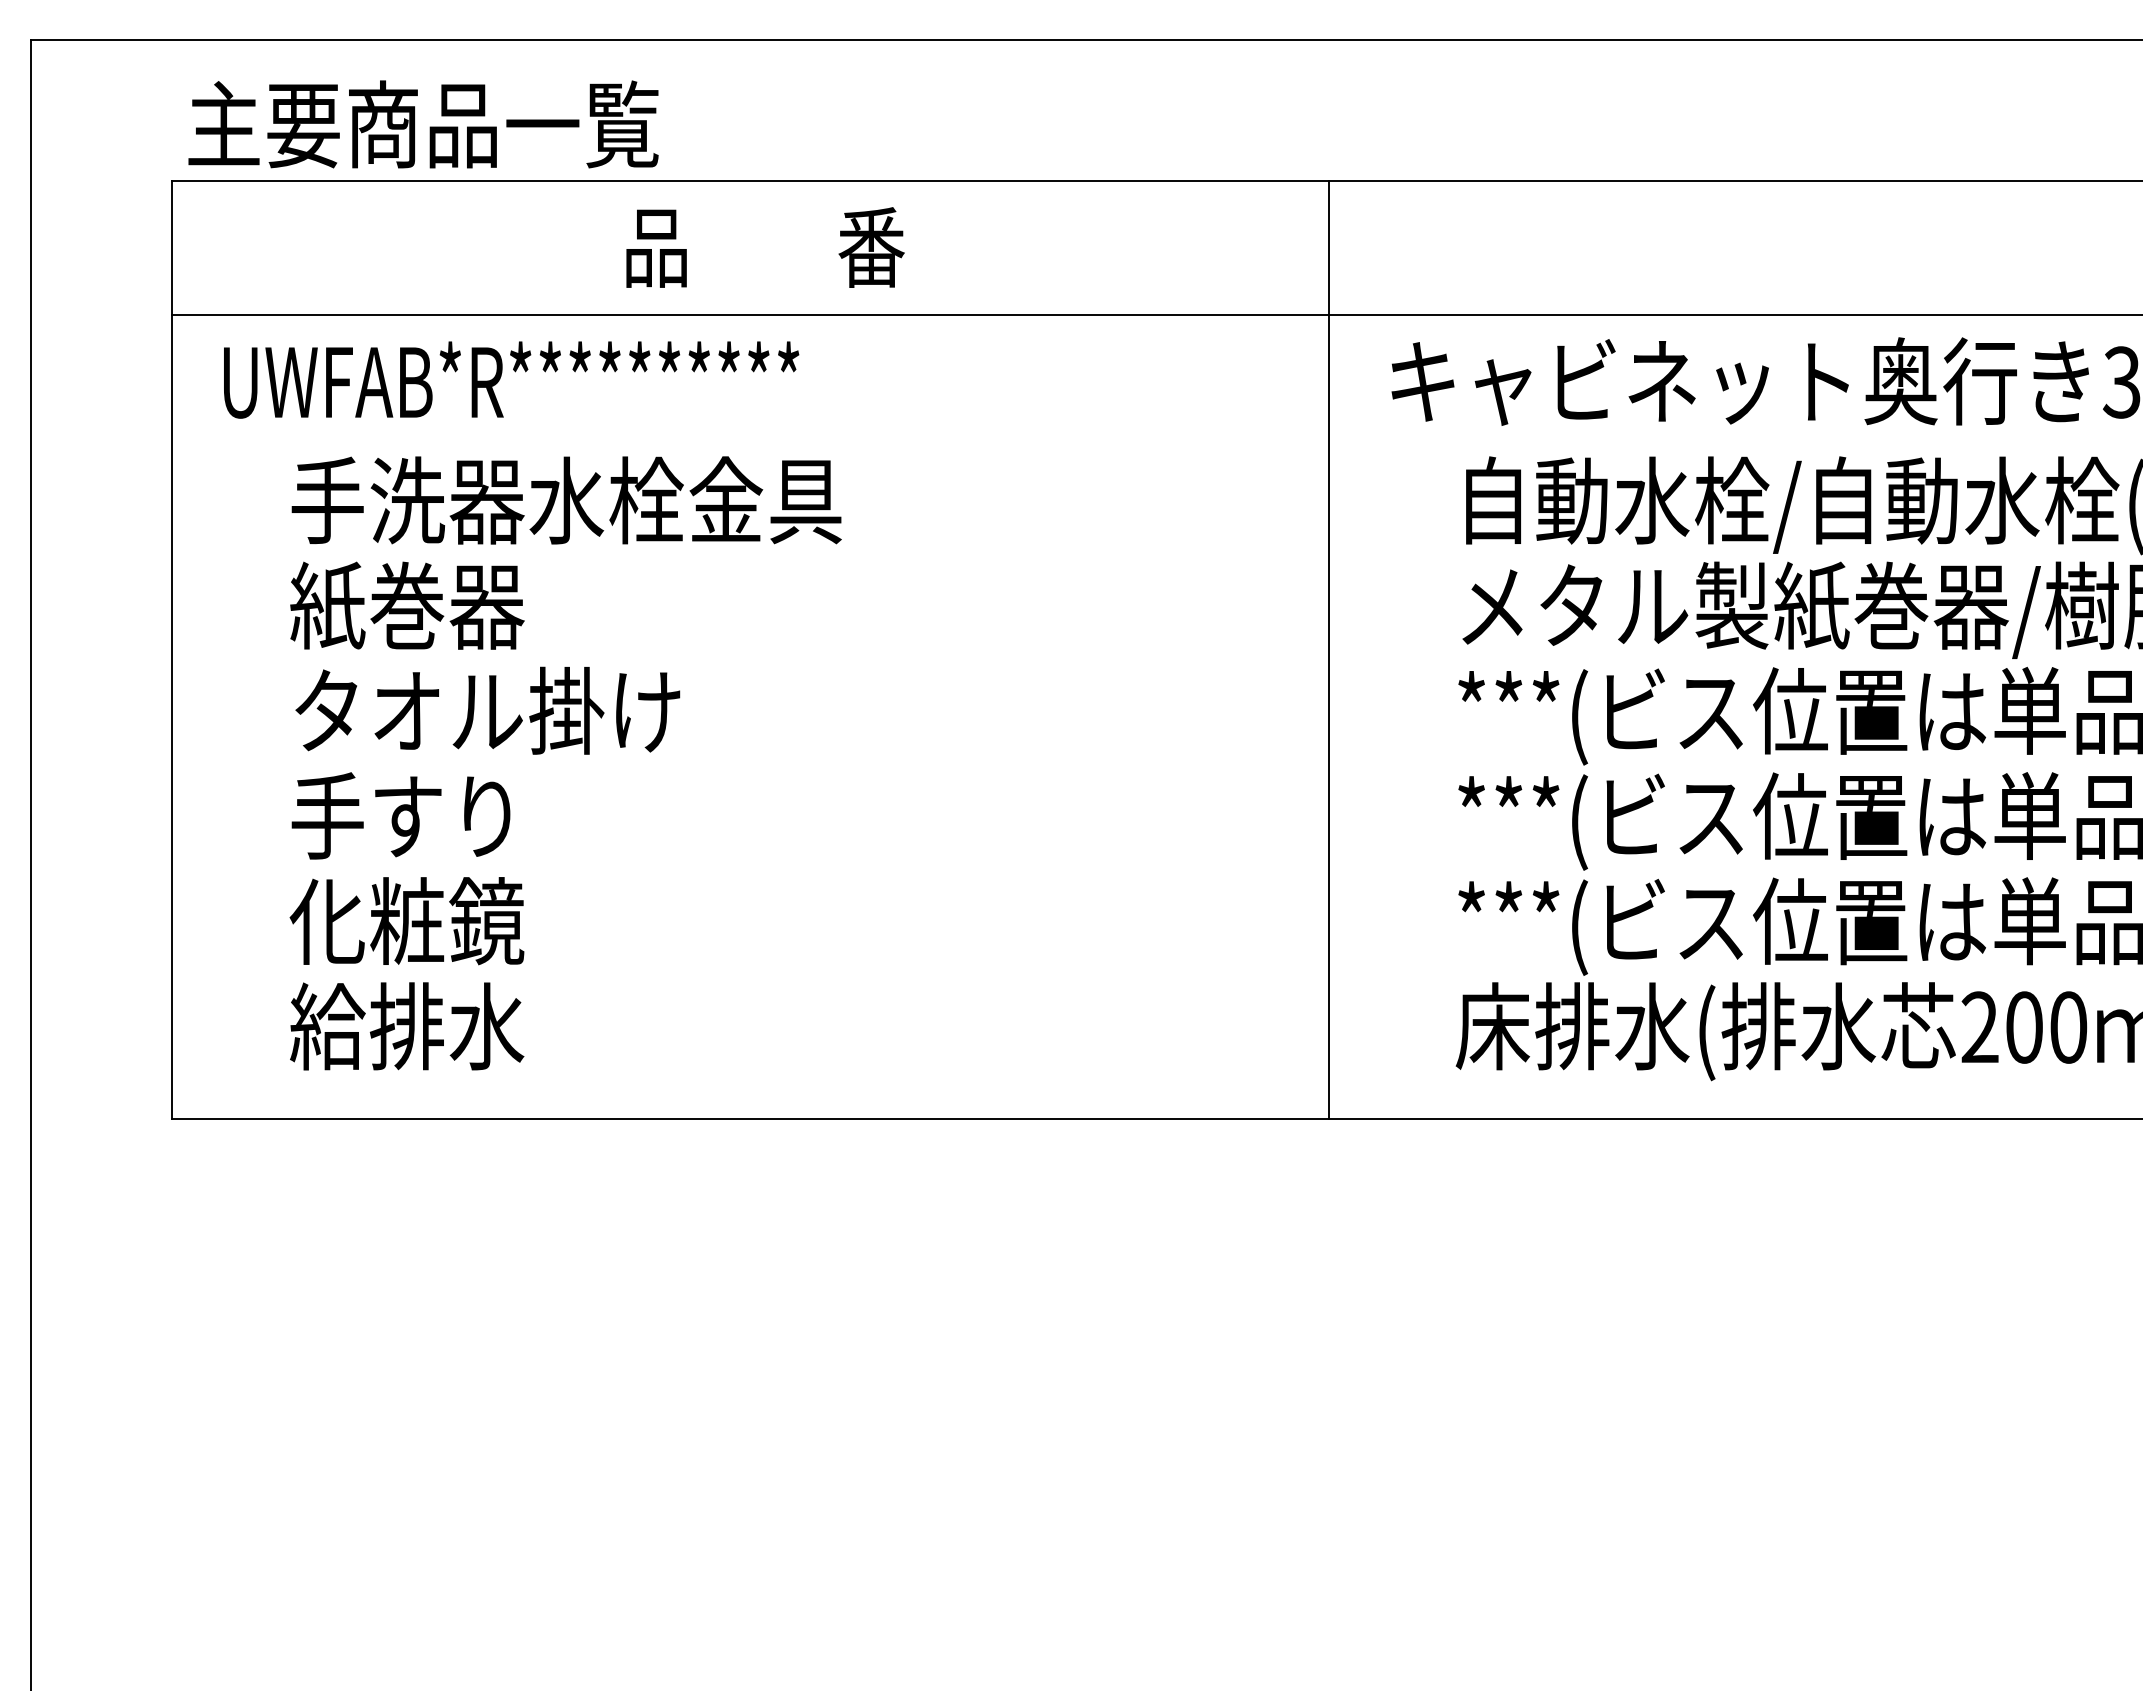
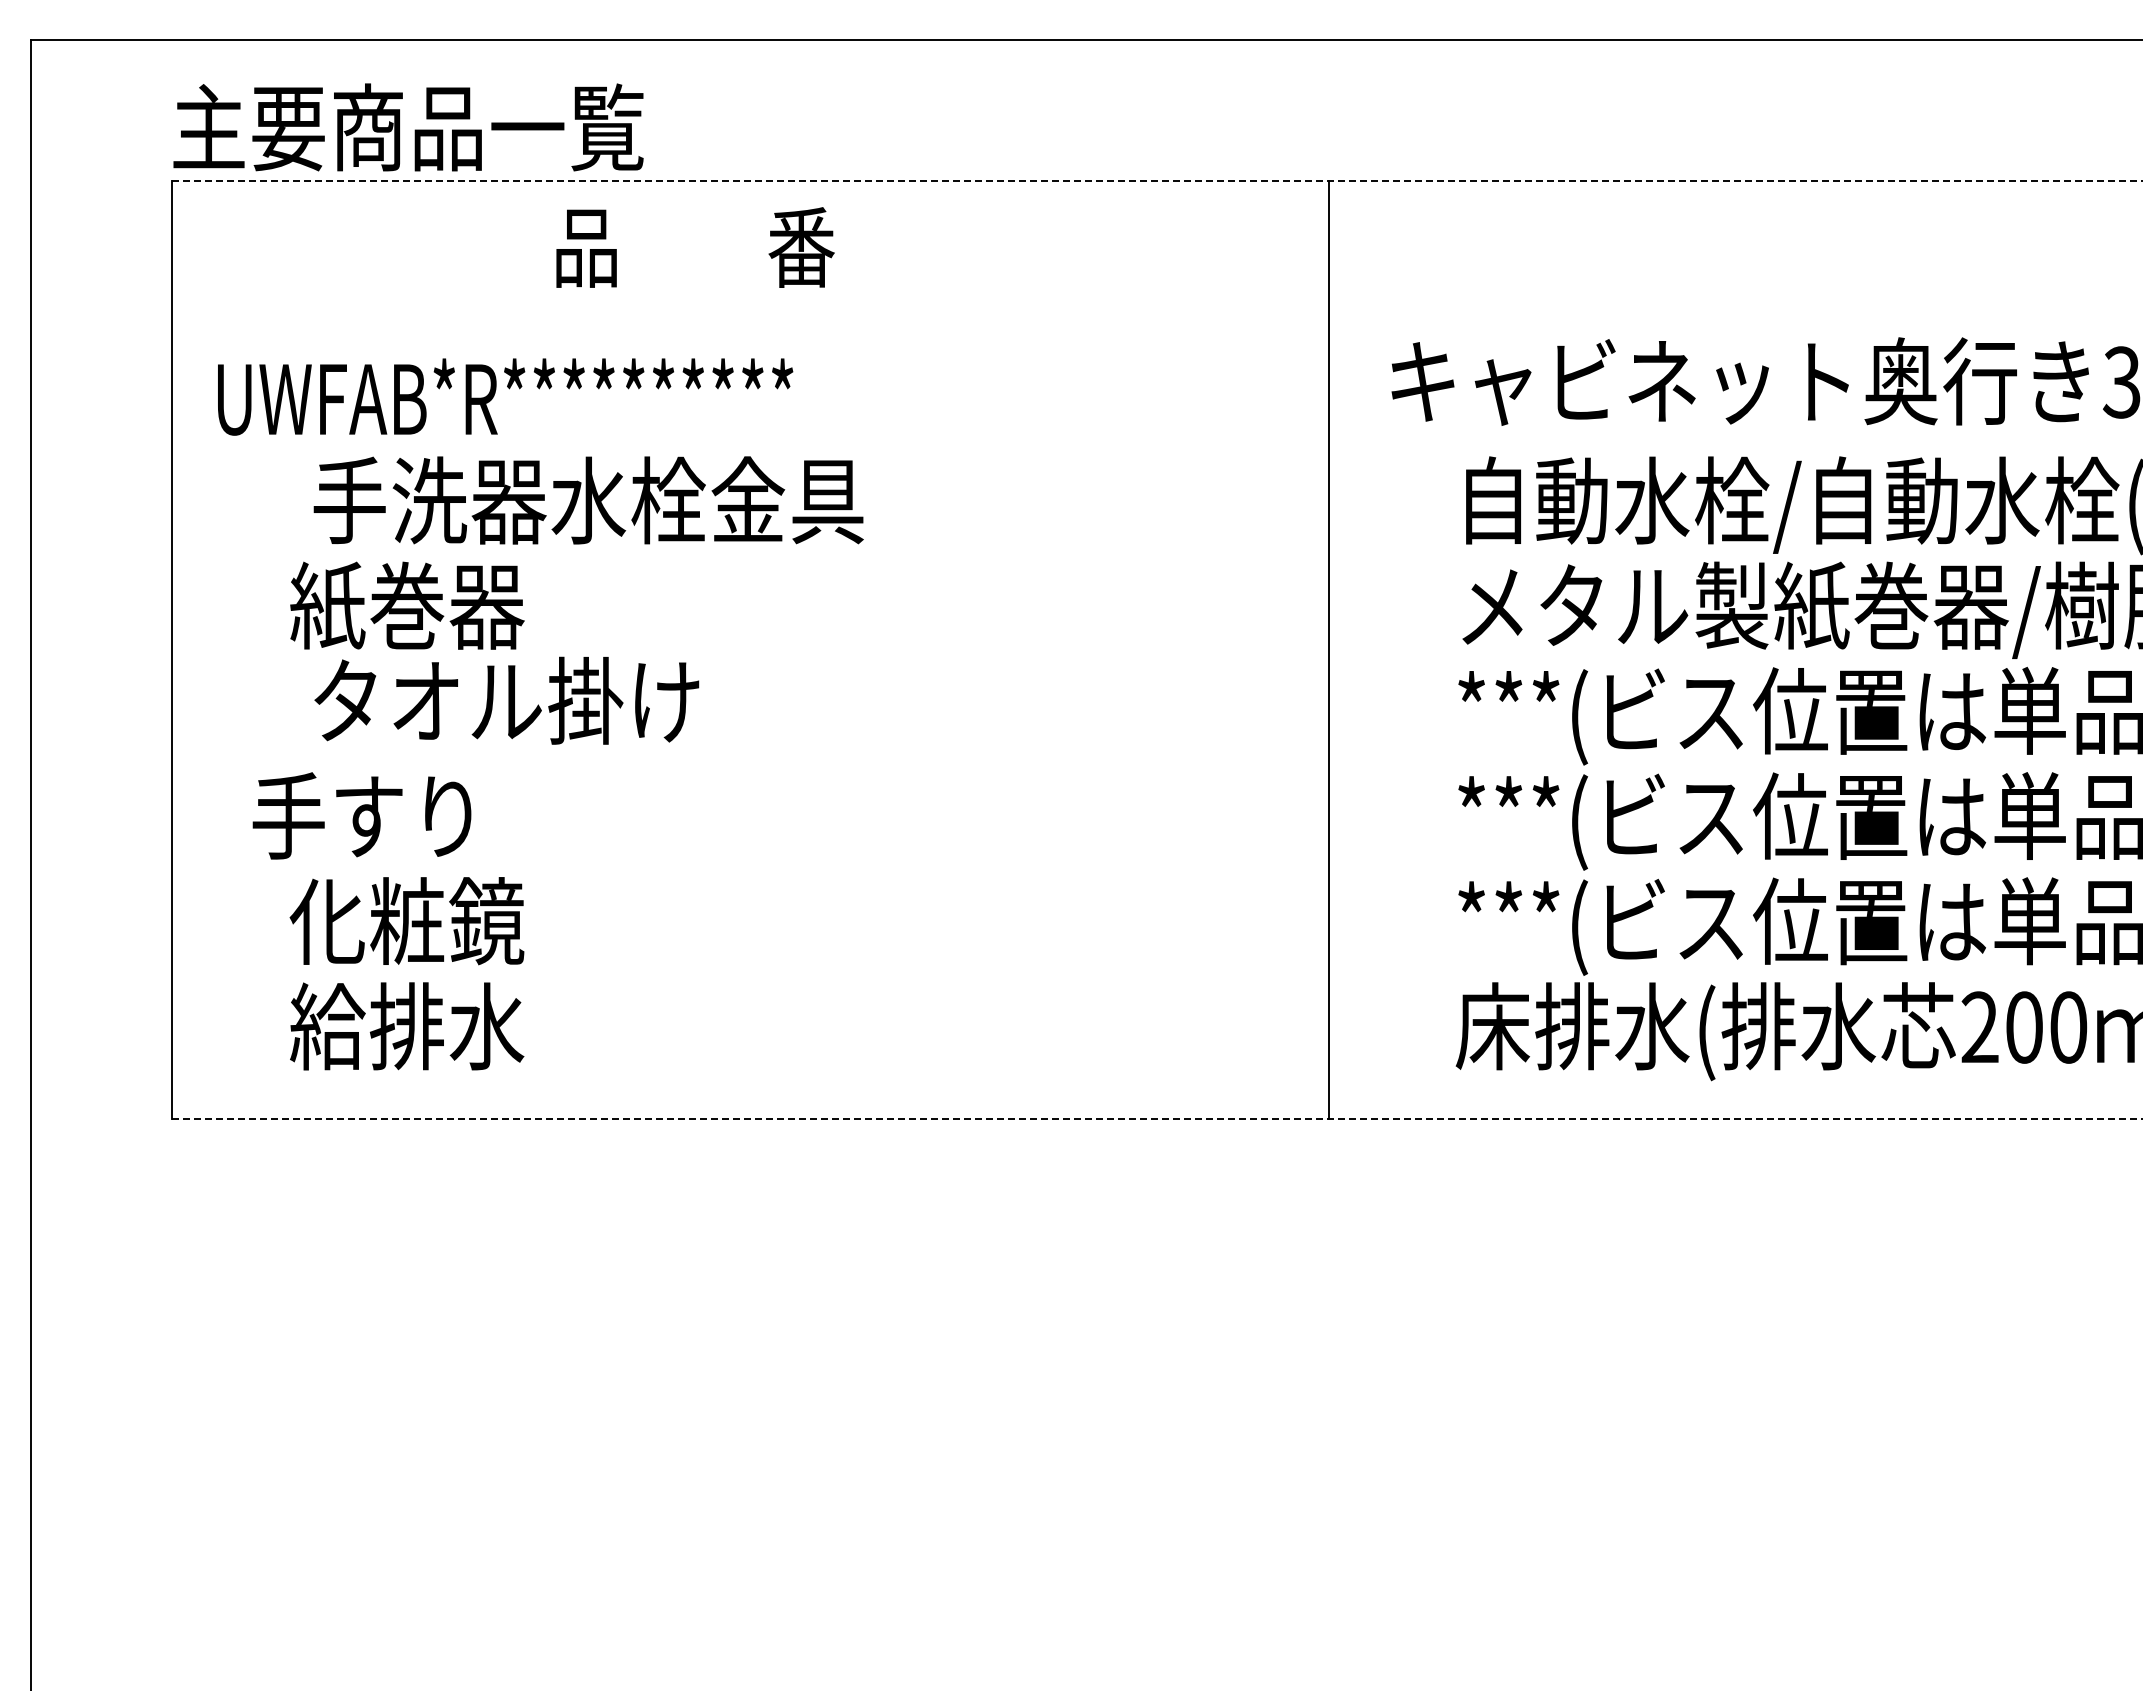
text at (423, 124) position: (423, 124) -> (408, 127)
line at (1157, 180): solid -> dashed
text at (765, 247) position: (765, 247) -> (695, 247)
line at (1155, 315): present -> none
text at (511, 379) position: (511, 379) -> (505, 396)
text at (566, 500) position: (566, 500) -> (588, 500)
text at (487, 710) position: (487, 710) -> (506, 700)
text at (400, 815) position: (400, 815) -> (361, 815)
line at (1157, 1118): solid -> dashed
